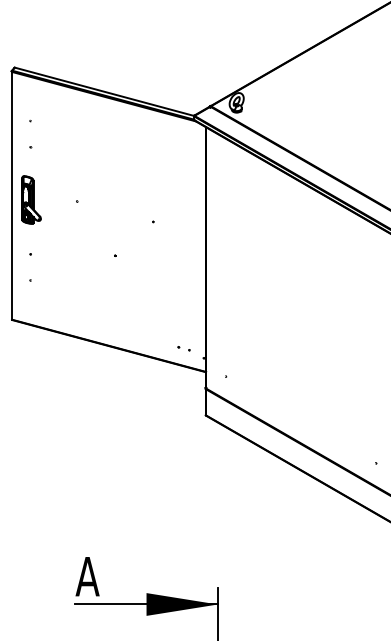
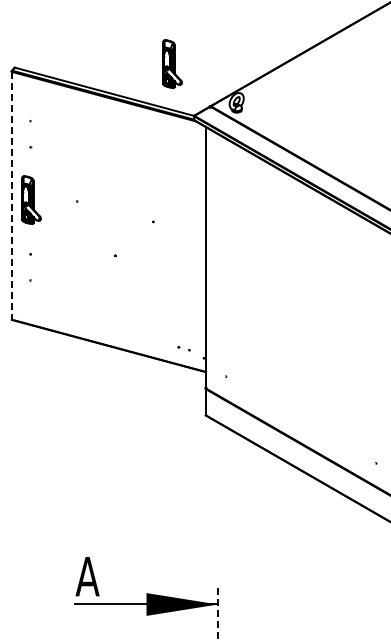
part at (172, 63): none -> present
line at (12, 195): solid -> dashed
line at (217, 614): solid -> dashed
